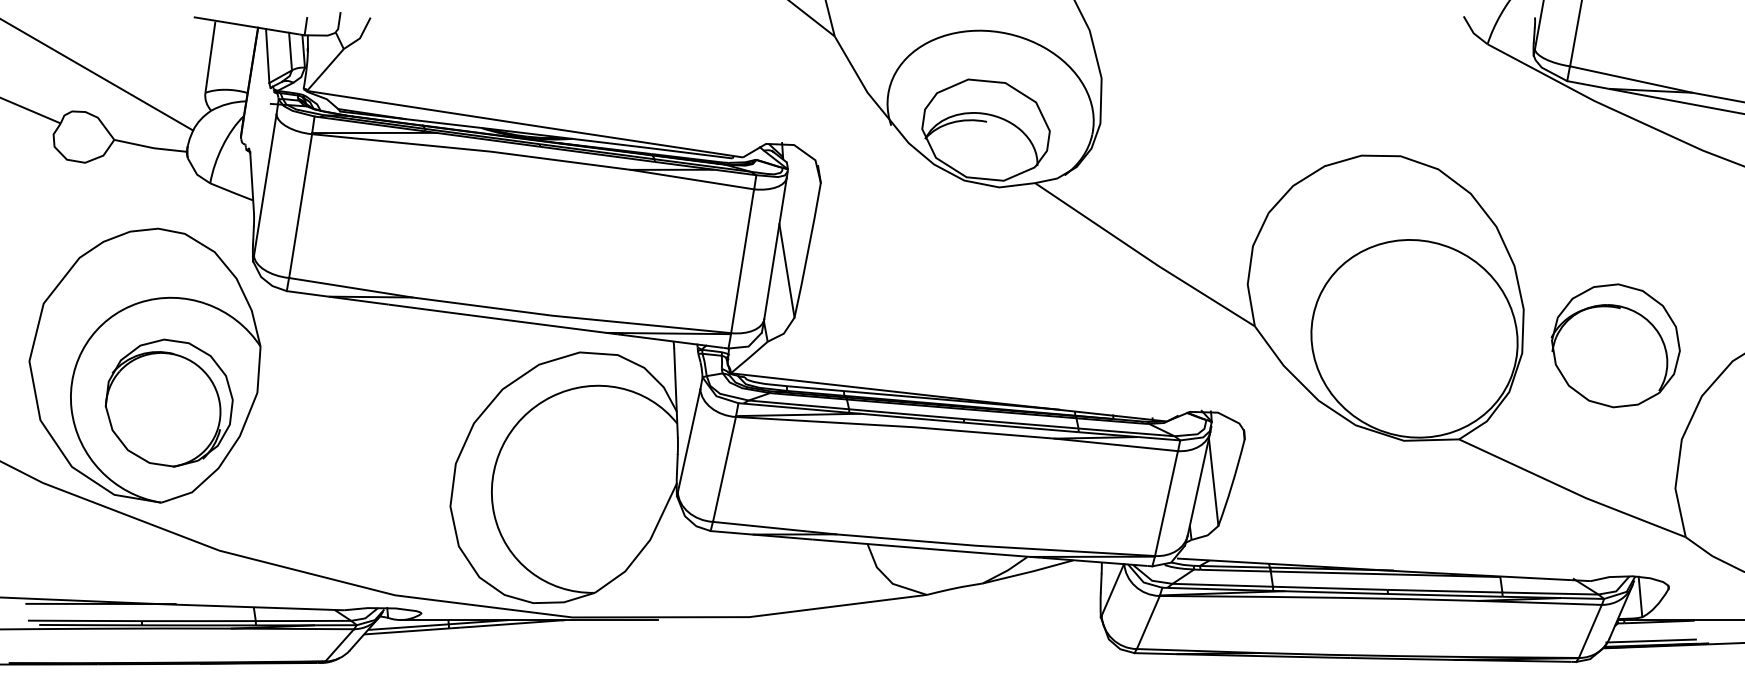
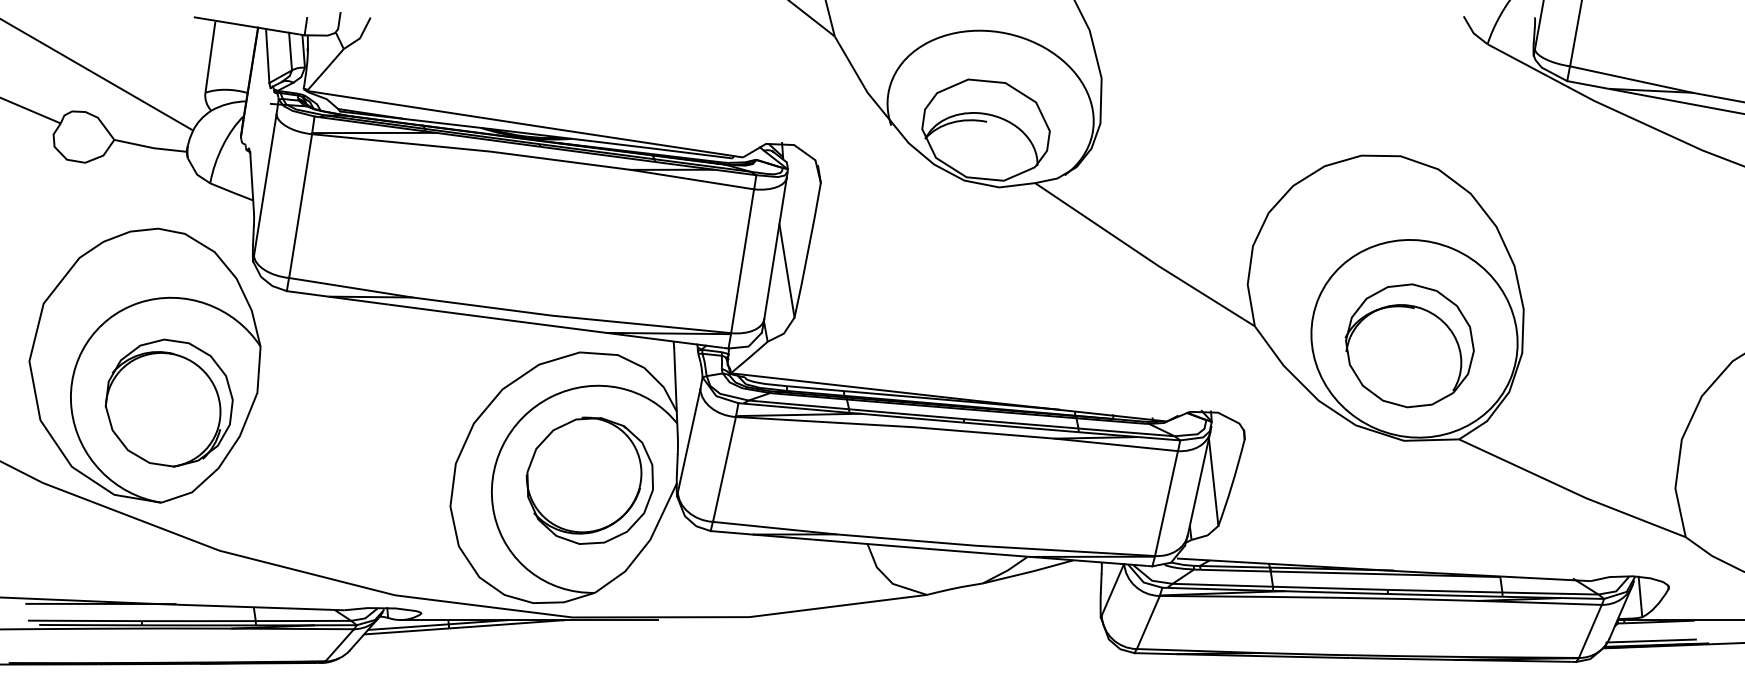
part at (1615, 345) position: (1615, 345) -> (1409, 345)
part at (589, 480): none -> present
